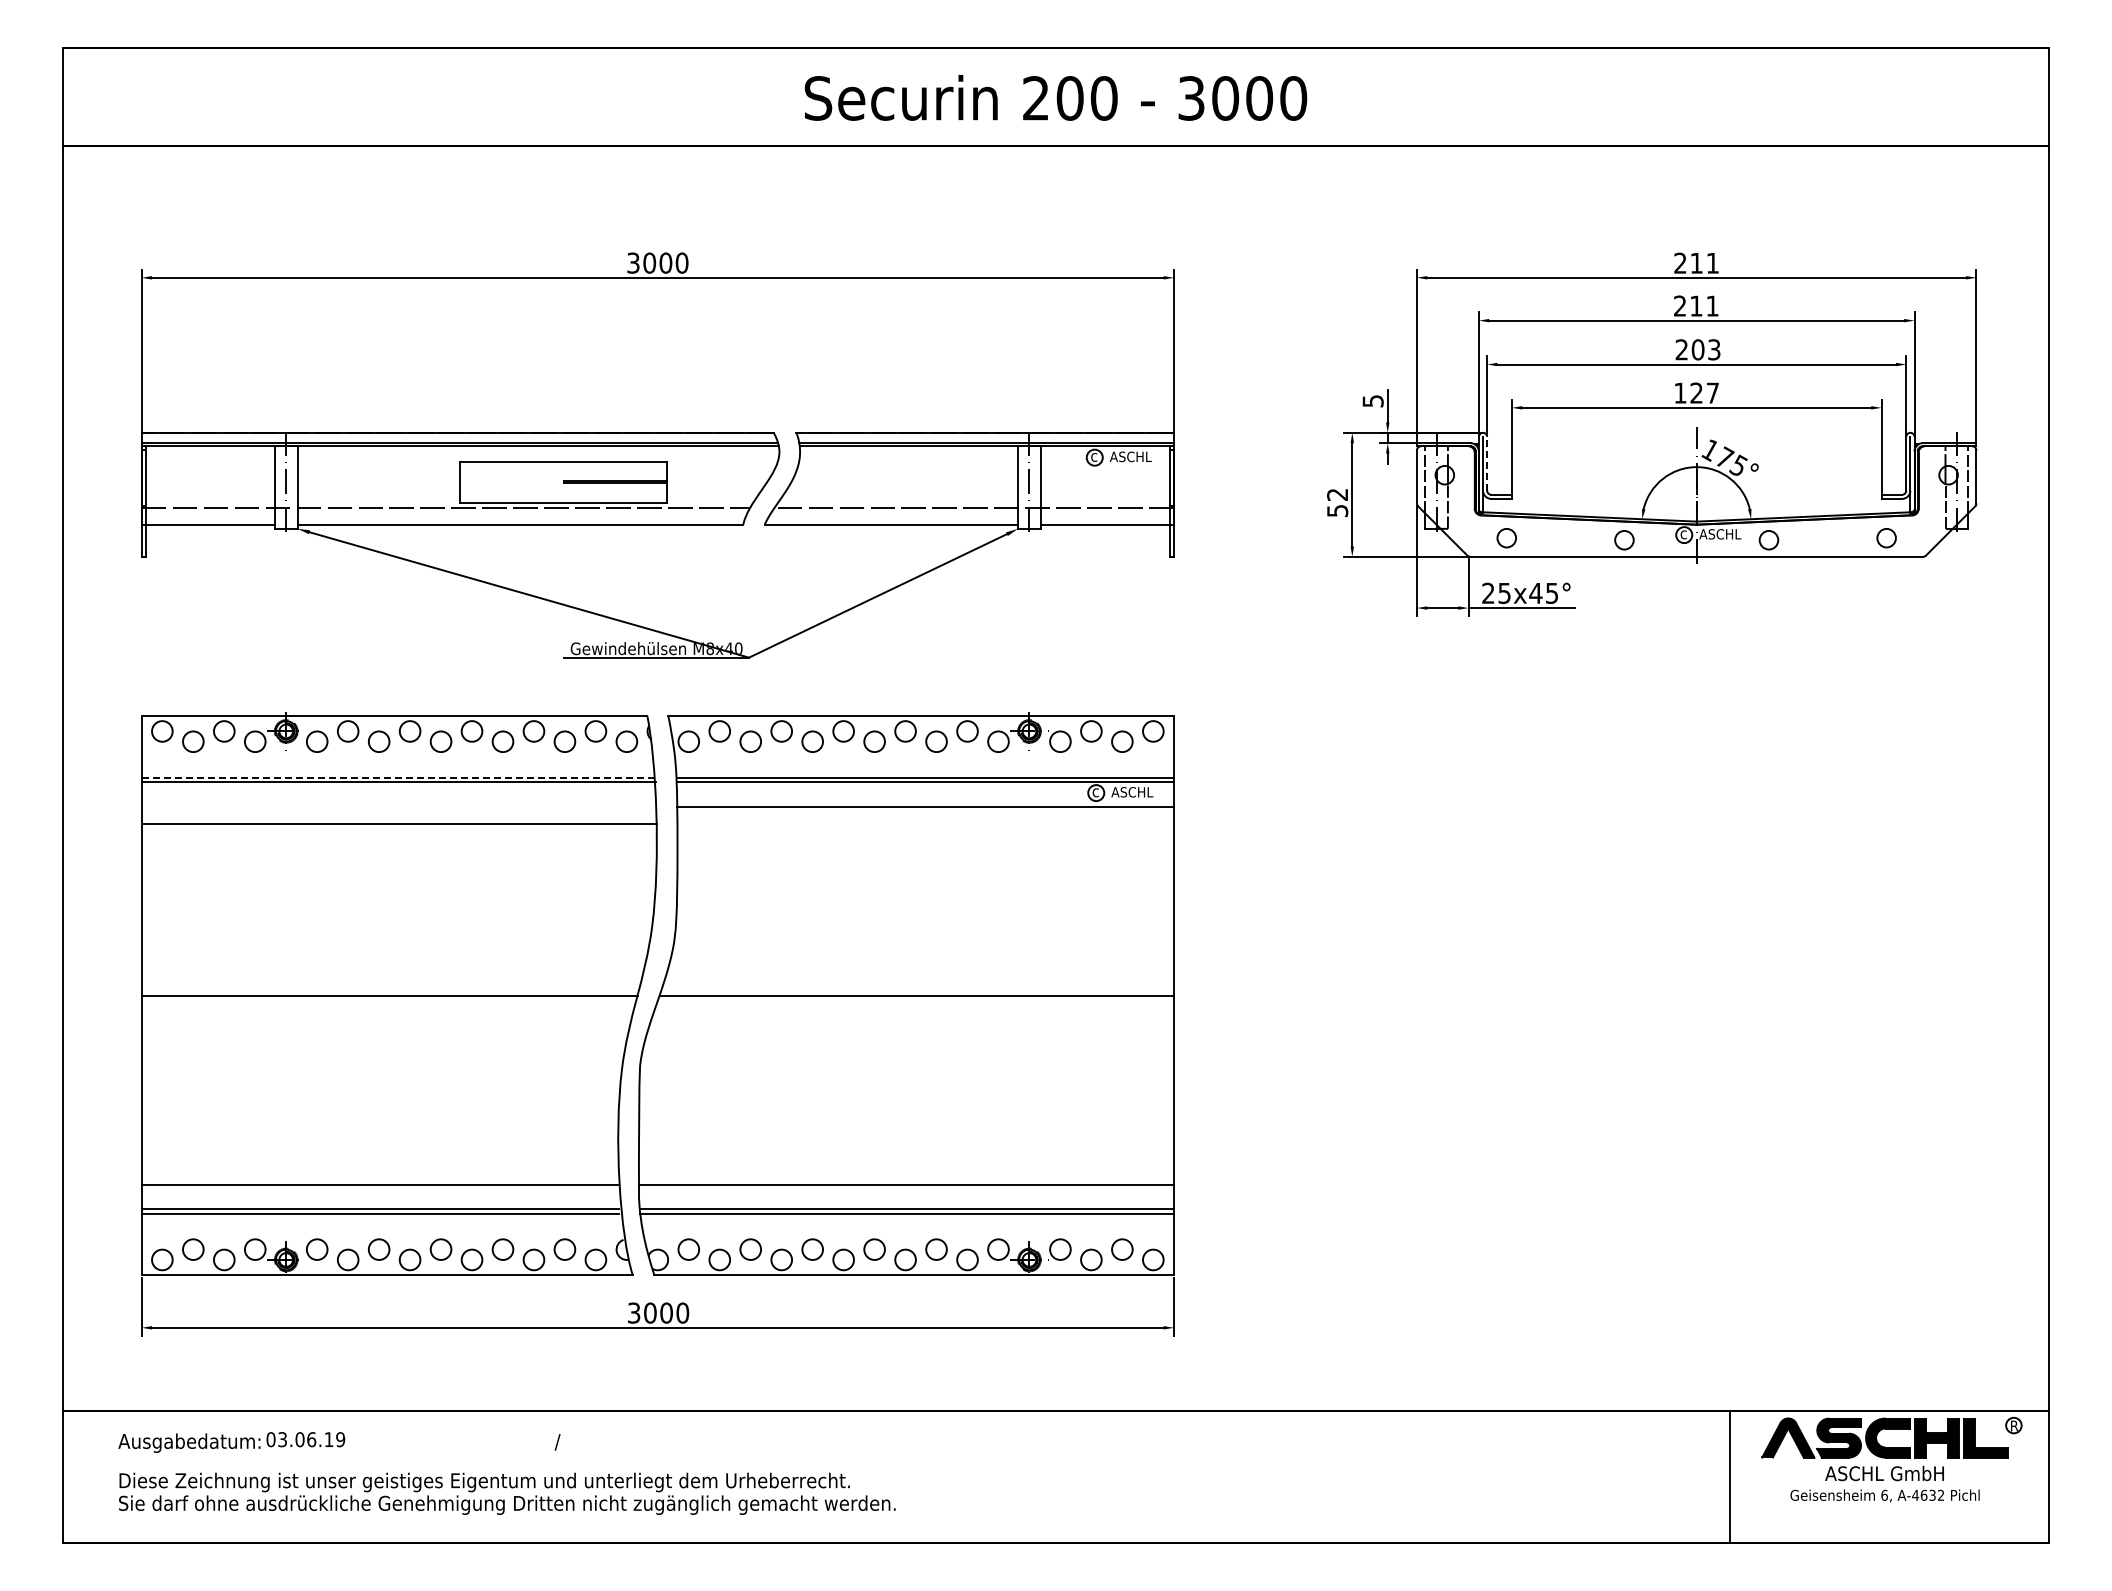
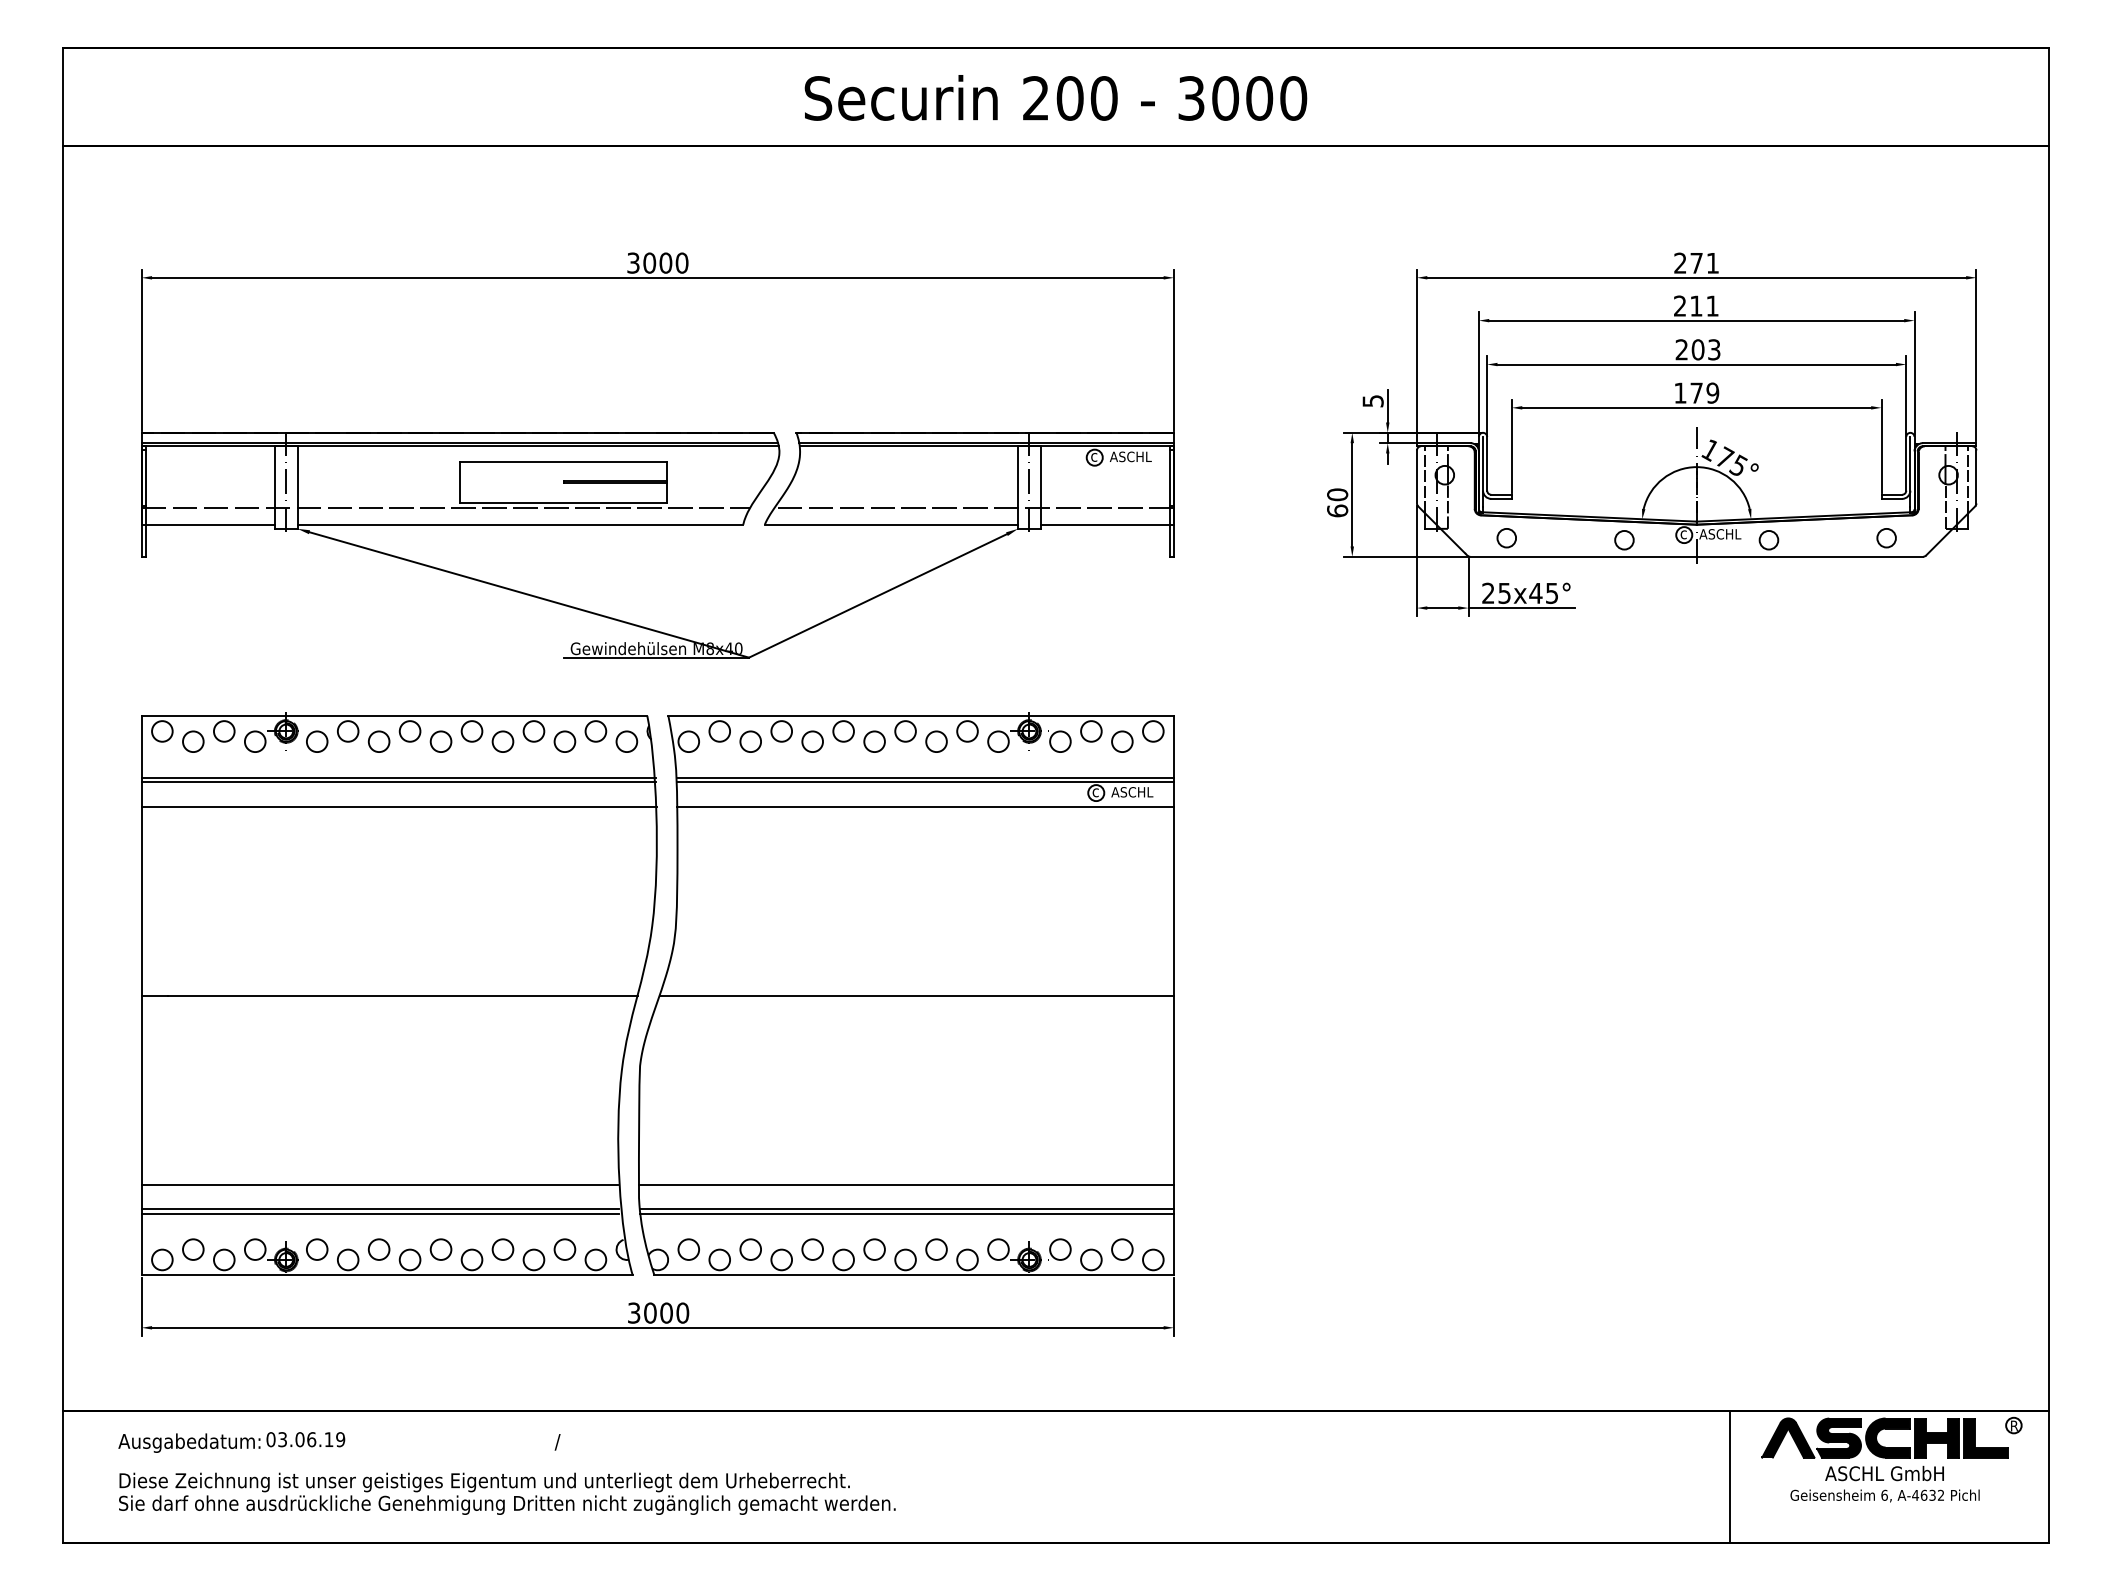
text at (1696, 263): 211 -> 271
text at (1704, 392): 127 -> 179
line at (1487, 463): dashed -> solid
text at (1337, 502): 52 -> 60
line at (399, 777): dashed -> solid
line at (398, 823) position: (398, 823) -> (398, 806)
